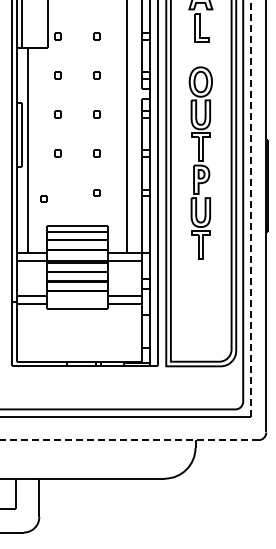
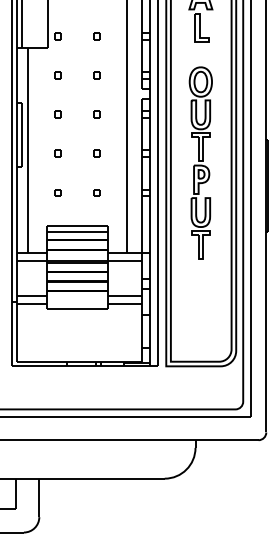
part at (43, 198) position: (43, 198) -> (57, 192)
line at (250, 208): dashed -> solid
line at (129, 440): dashed -> solid
